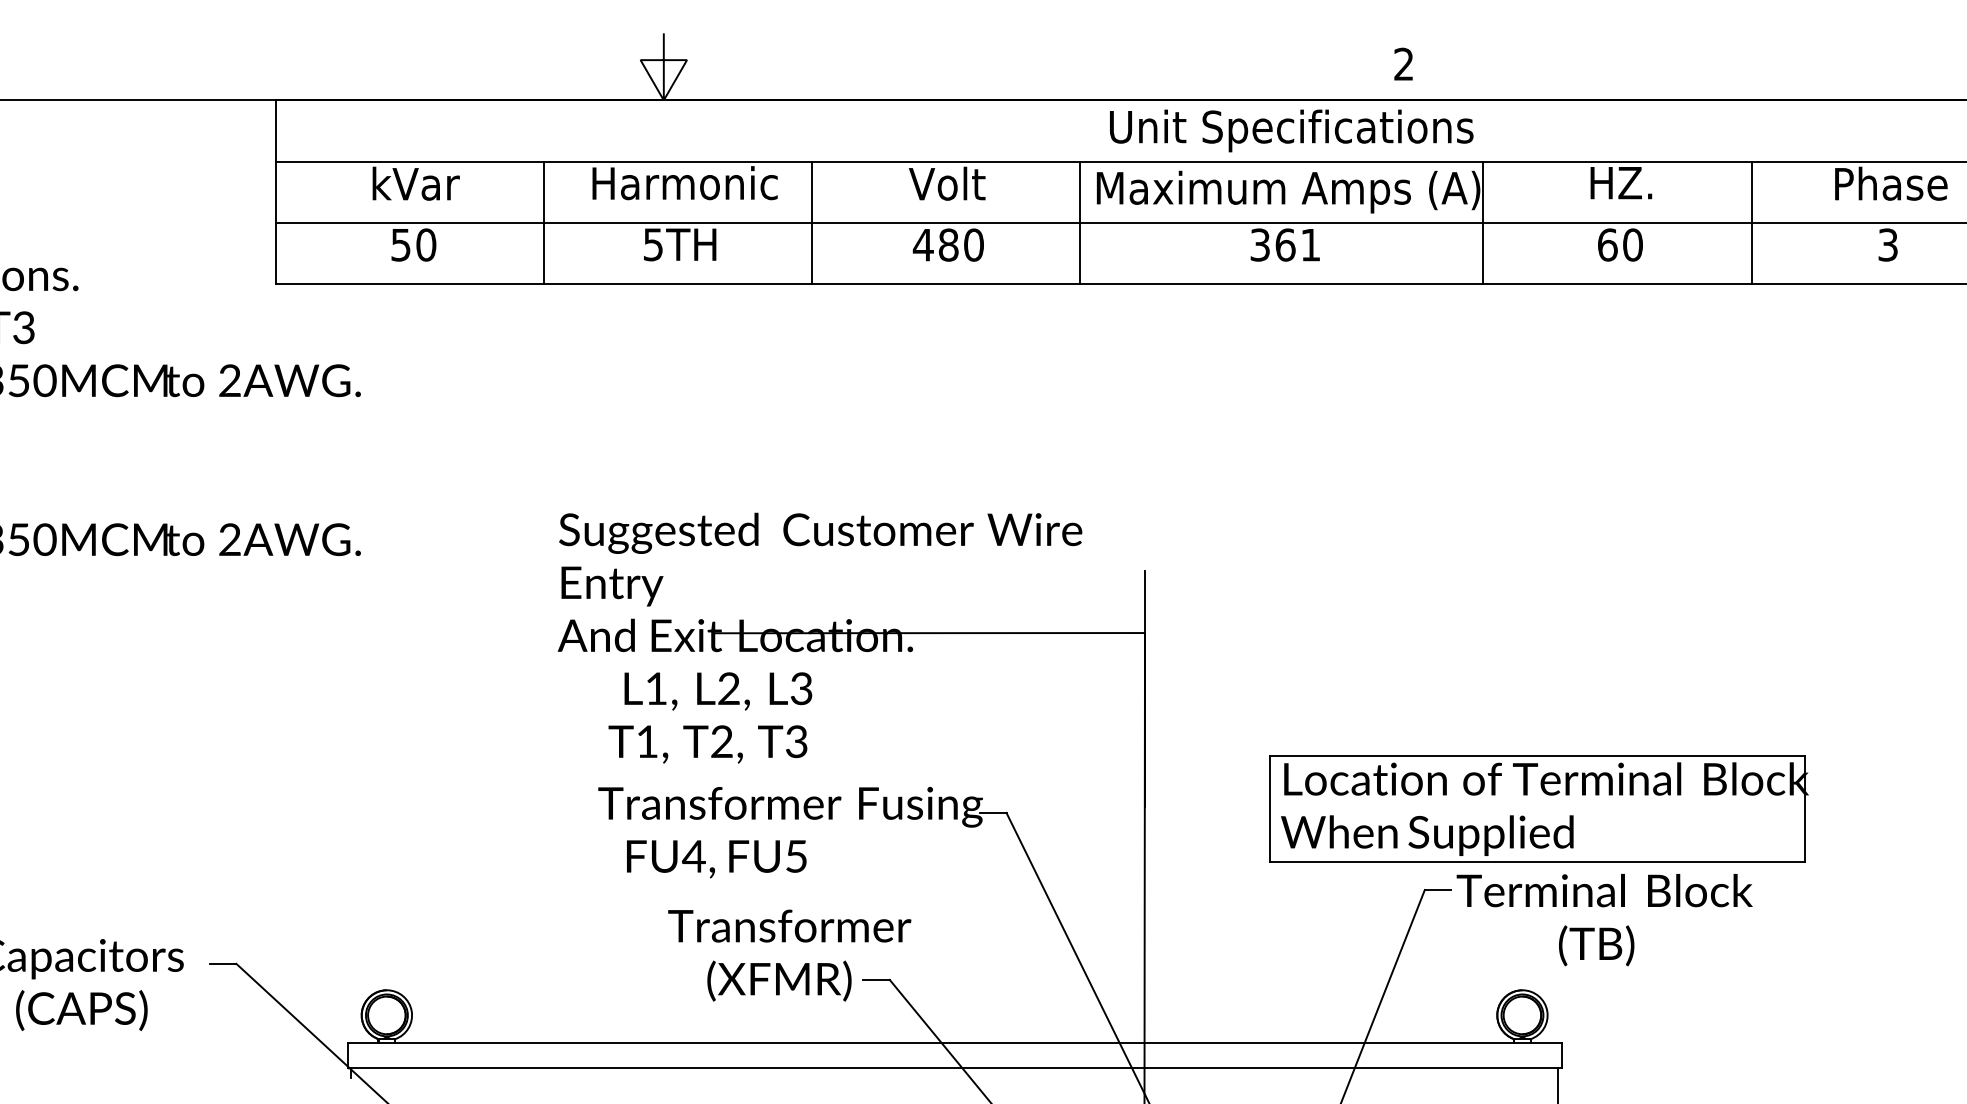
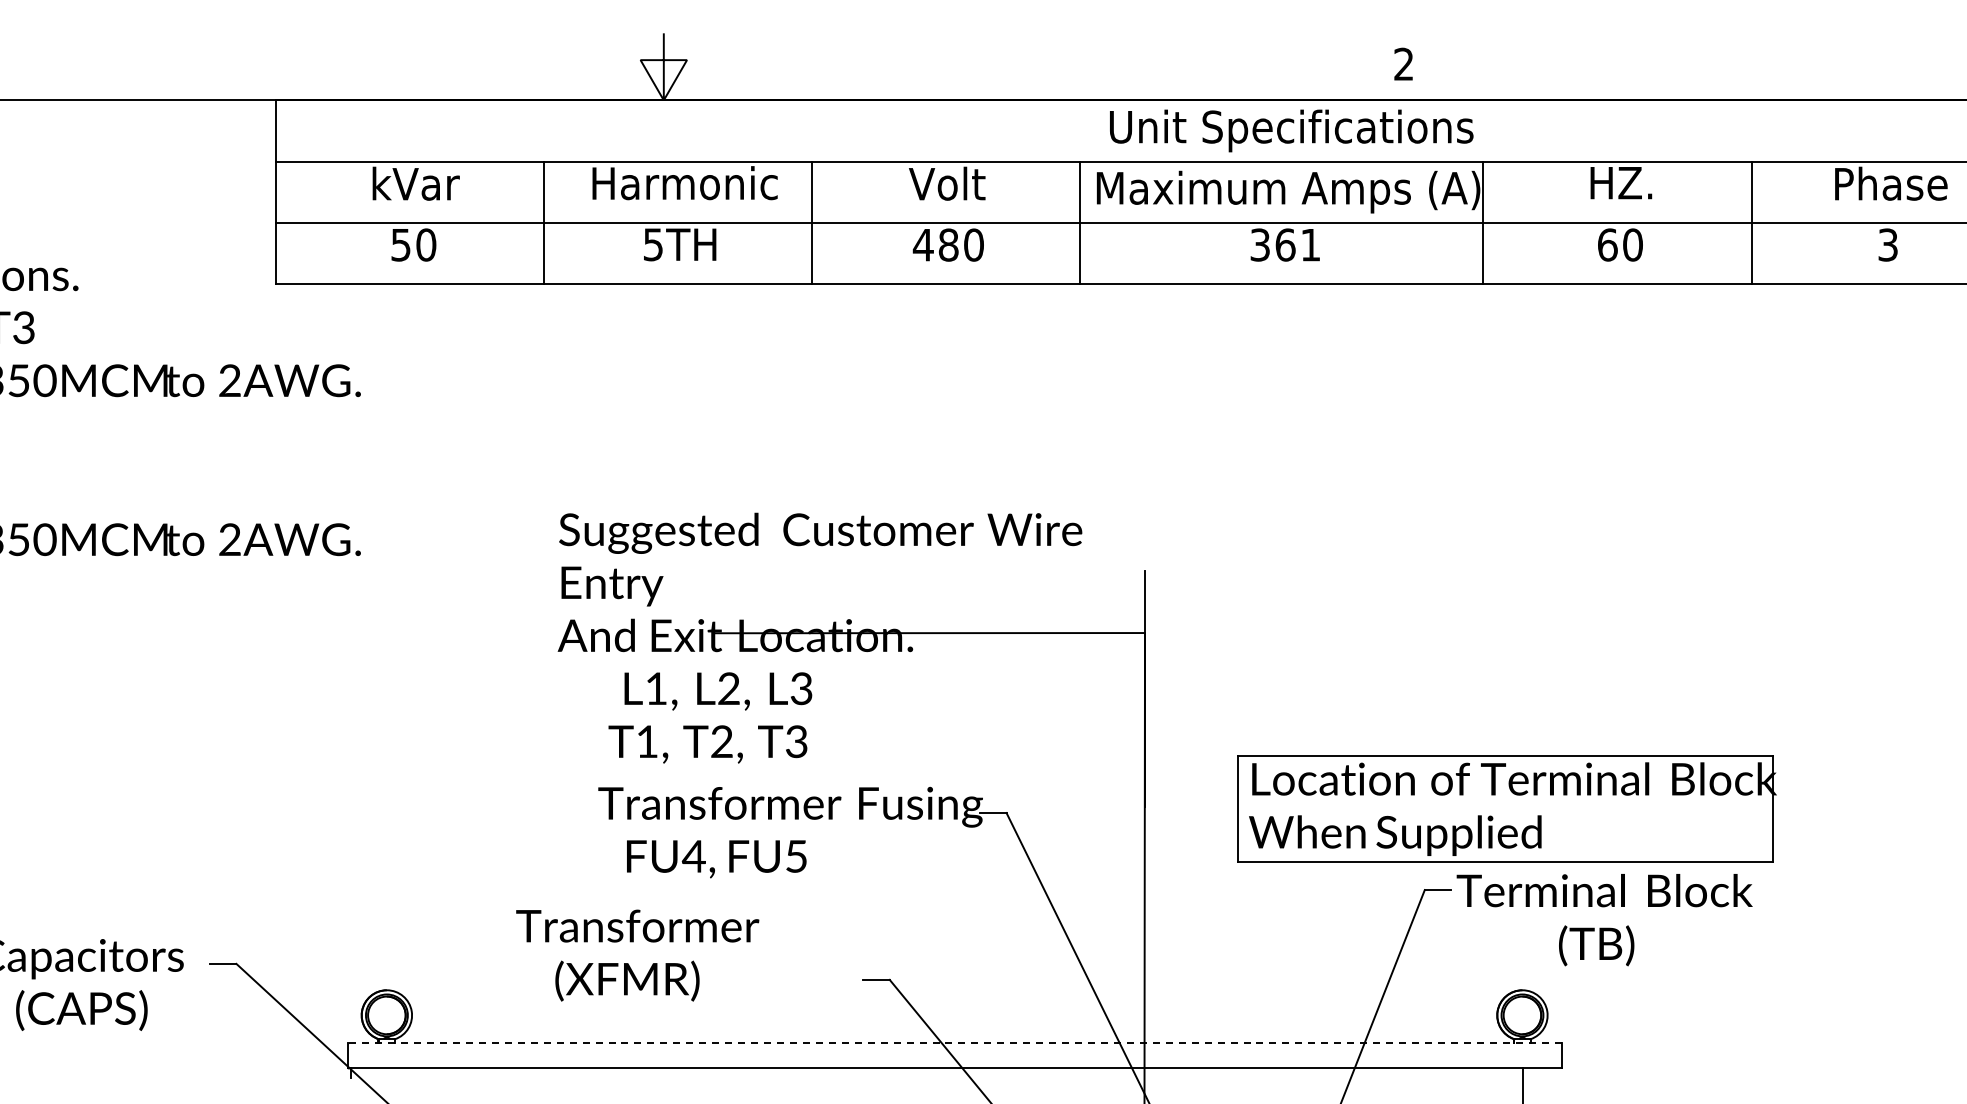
part at (1538, 808) position: (1538, 808) -> (1506, 808)
text at (789, 955) position: (789, 955) -> (637, 955)
line at (954, 1043): solid -> dashed
line at (1558, 1084) position: (1558, 1084) -> (1523, 1084)
